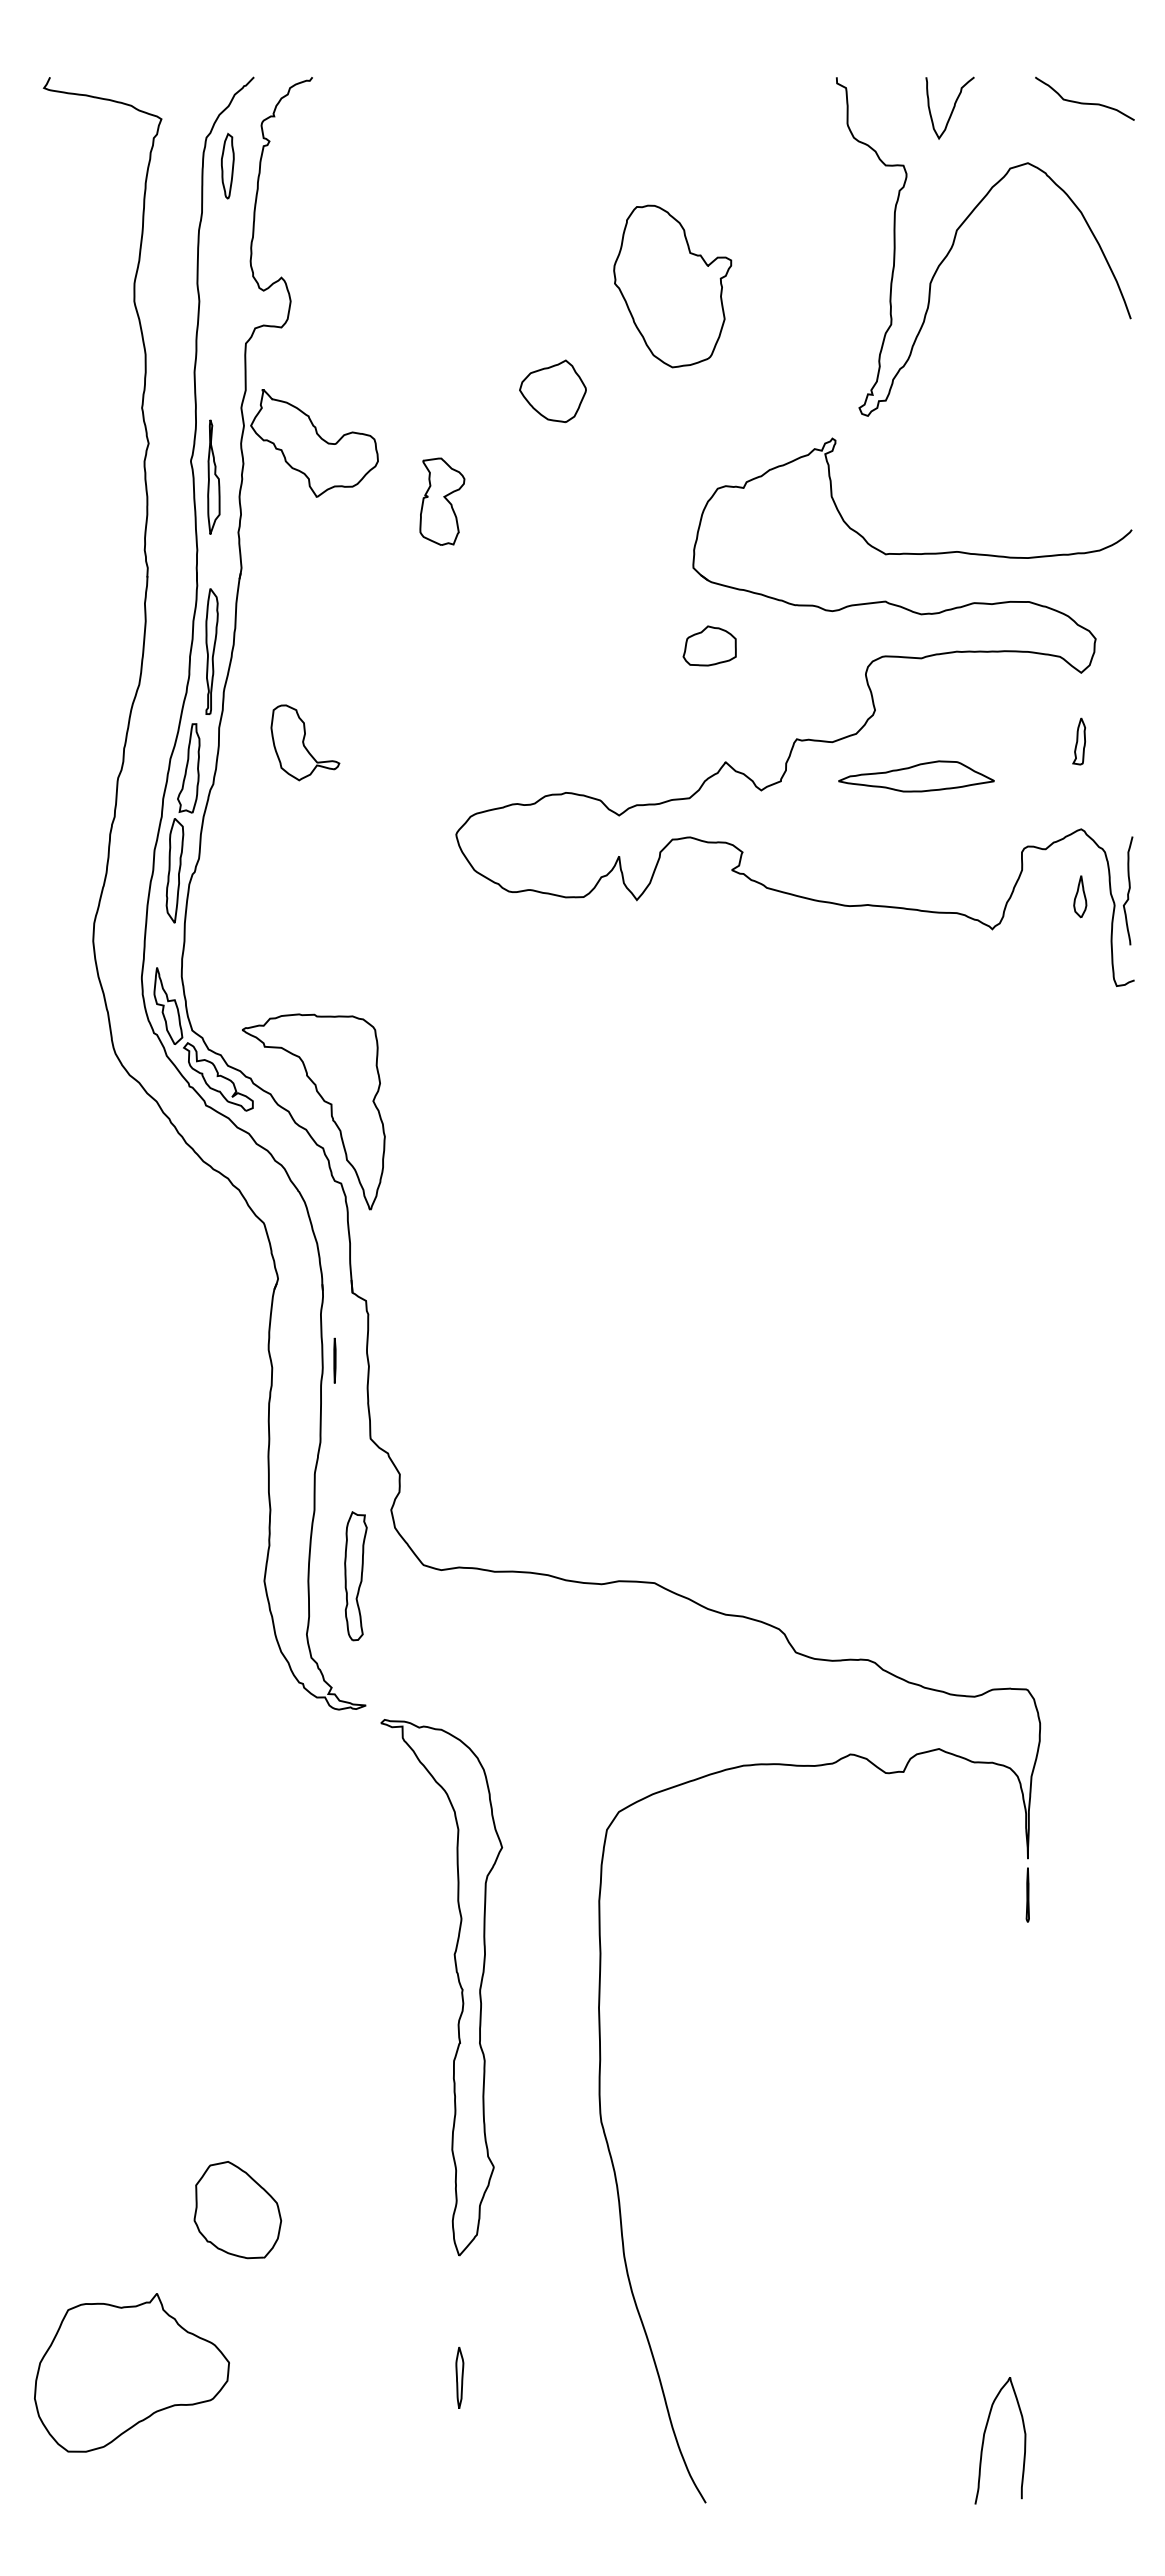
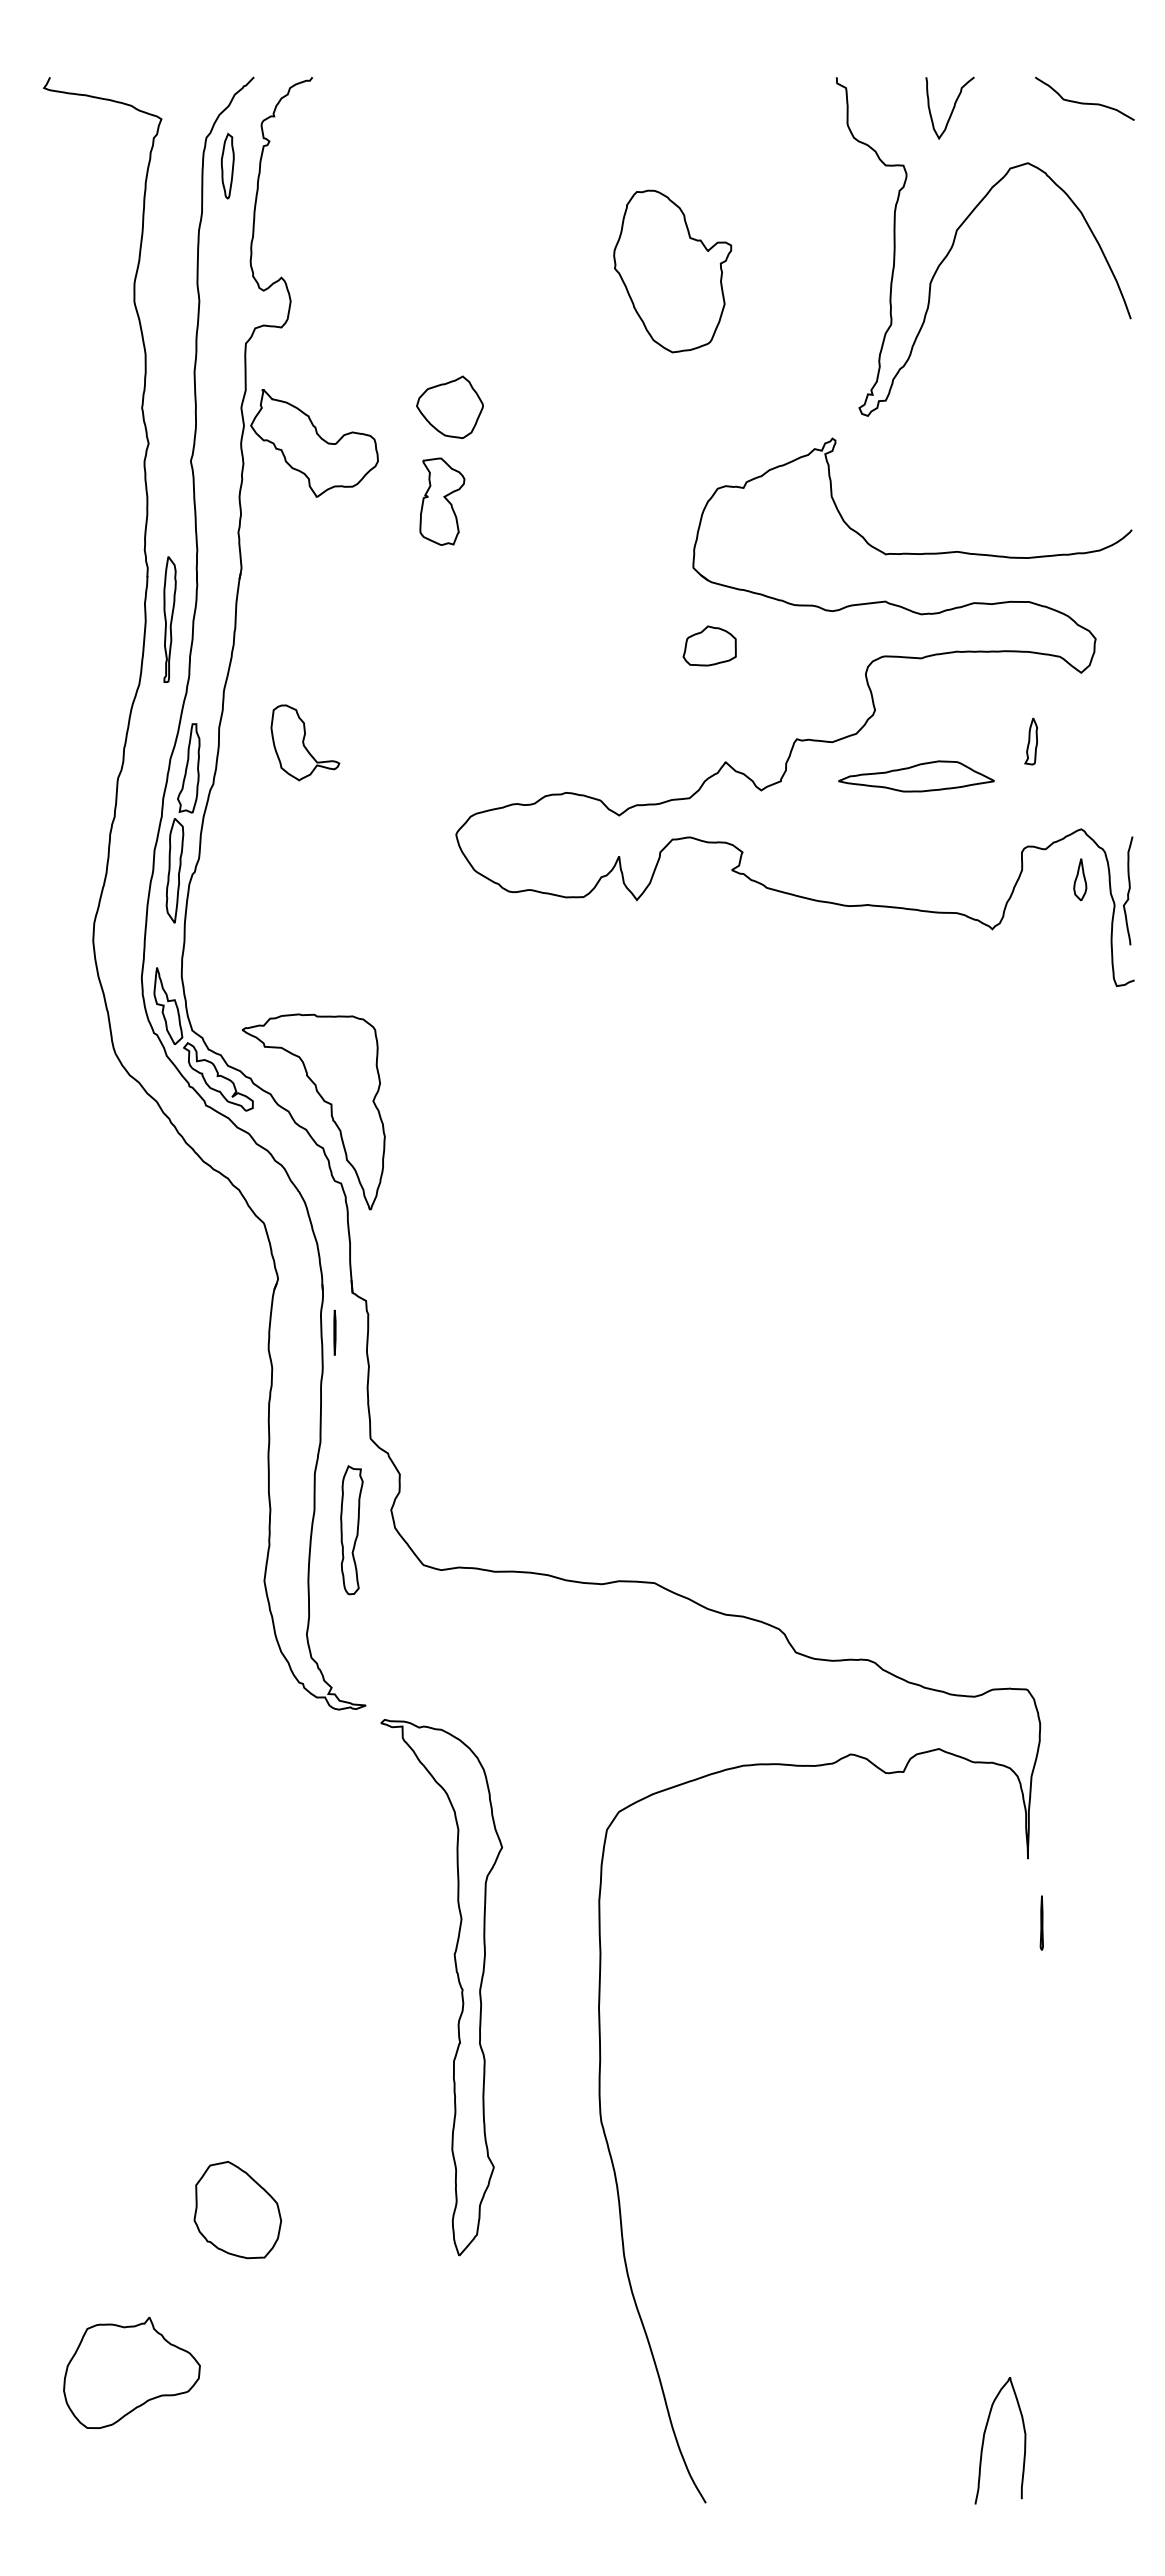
part at (672, 286) position: (672, 286) -> (672, 271)
part at (552, 391) position: (552, 391) -> (449, 407)
part at (213, 476): present -> none
part at (211, 651) position: (211, 651) -> (169, 619)
part at (1078, 741) position: (1078, 741) -> (1030, 741)
part at (1080, 896) position: (1080, 896) -> (1080, 879)
line at (334, 1360) position: (334, 1360) -> (334, 1332)
part at (355, 1576) position: (355, 1576) -> (351, 1530)
line at (1027, 1894) position: (1027, 1894) -> (1041, 1922)
part at (131, 2372) size: 196x160 px -> 138x112 px
part at (459, 2377): present -> none
